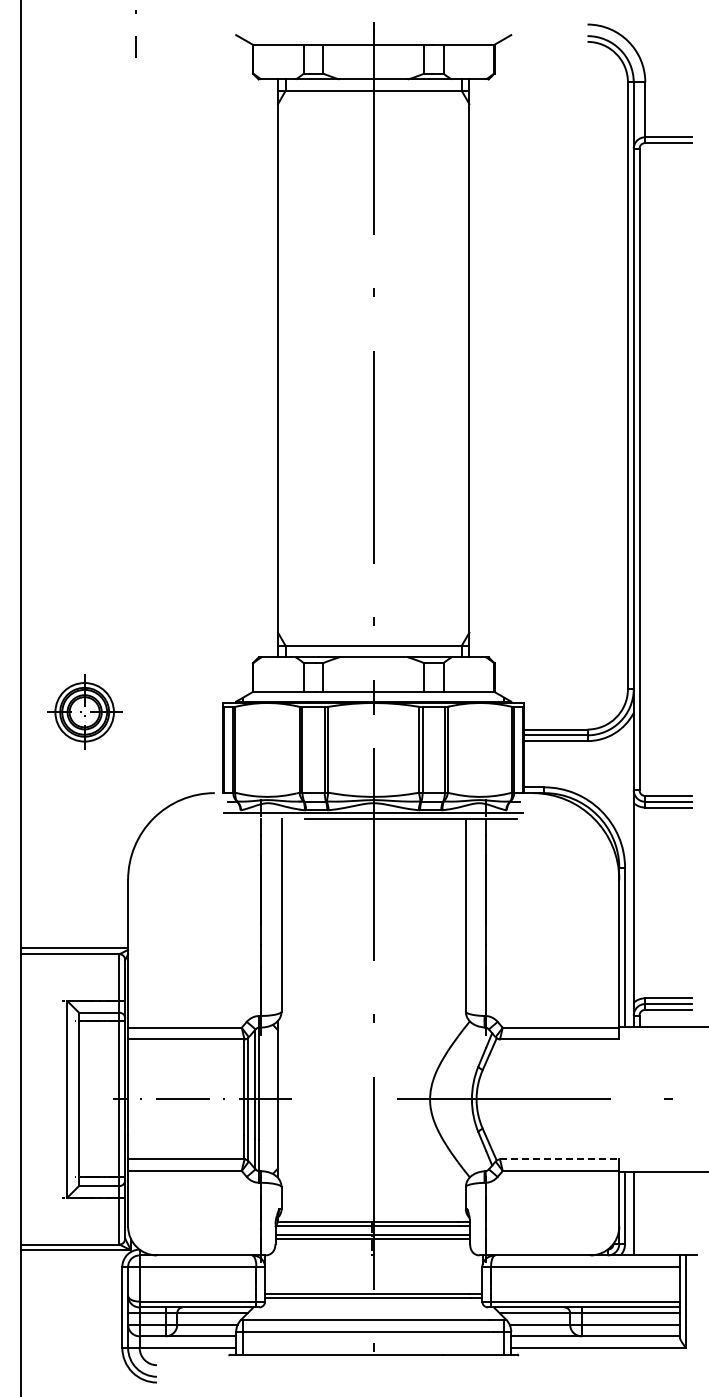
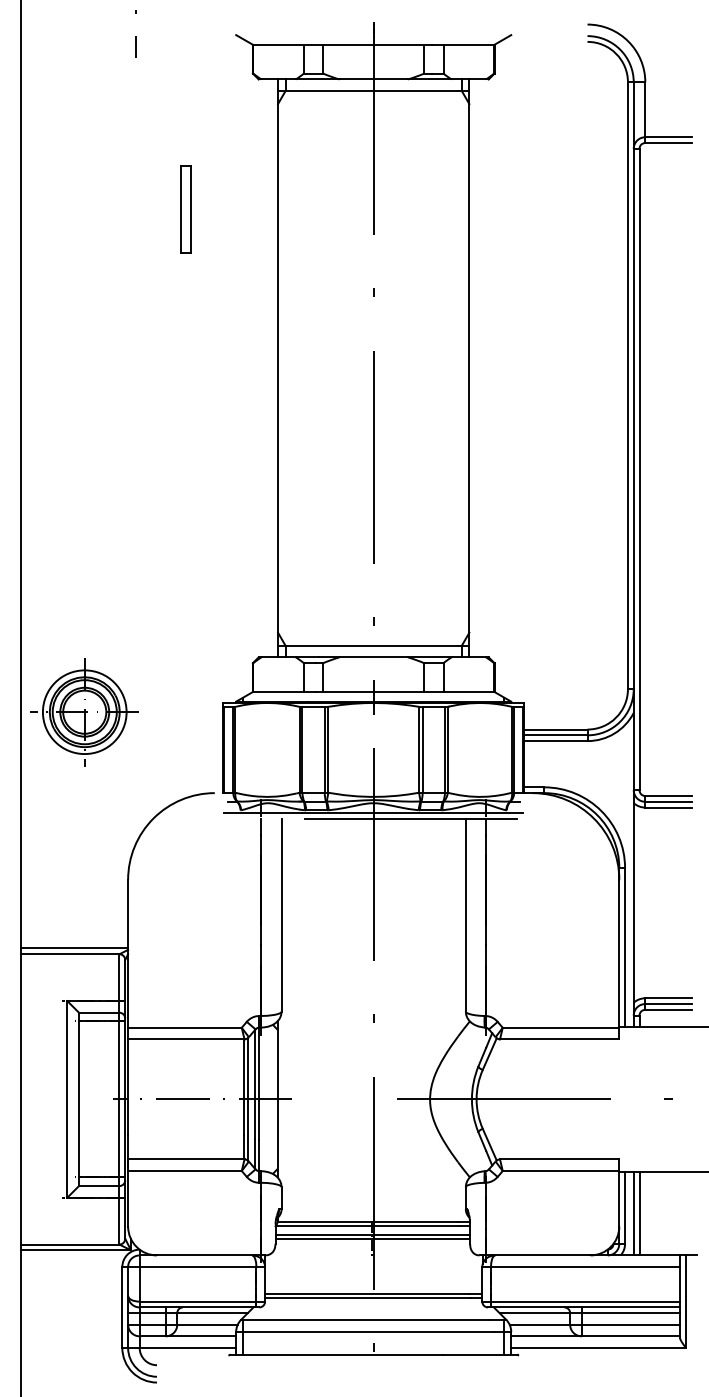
part at (185, 209): none -> present
part at (84, 711) size: 76x76 px -> 109x109 px
line at (559, 1159): dashed -> solid
line at (639, 1213): none -> present
